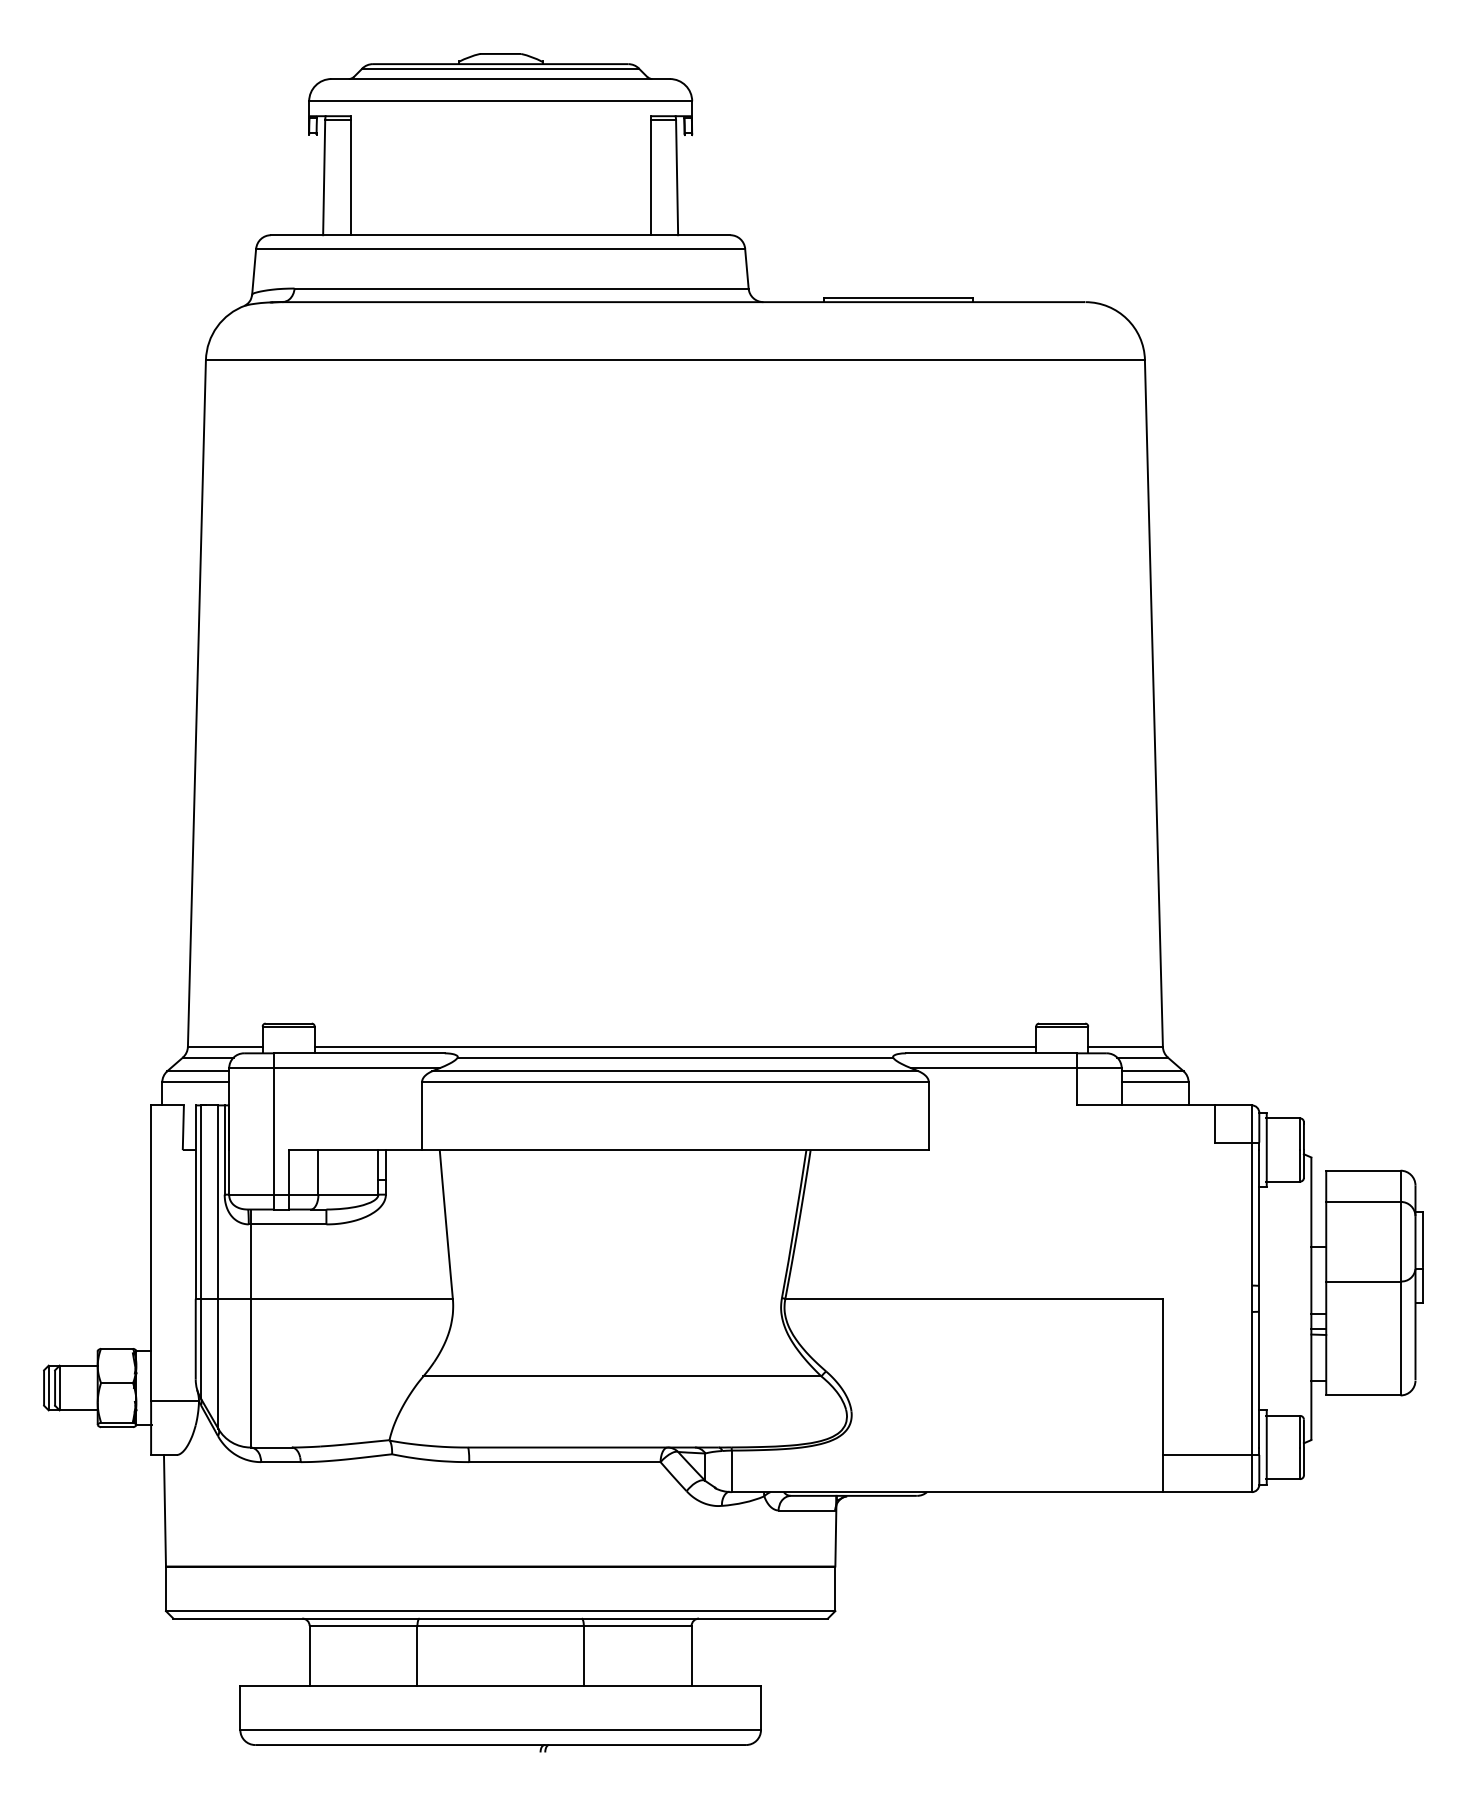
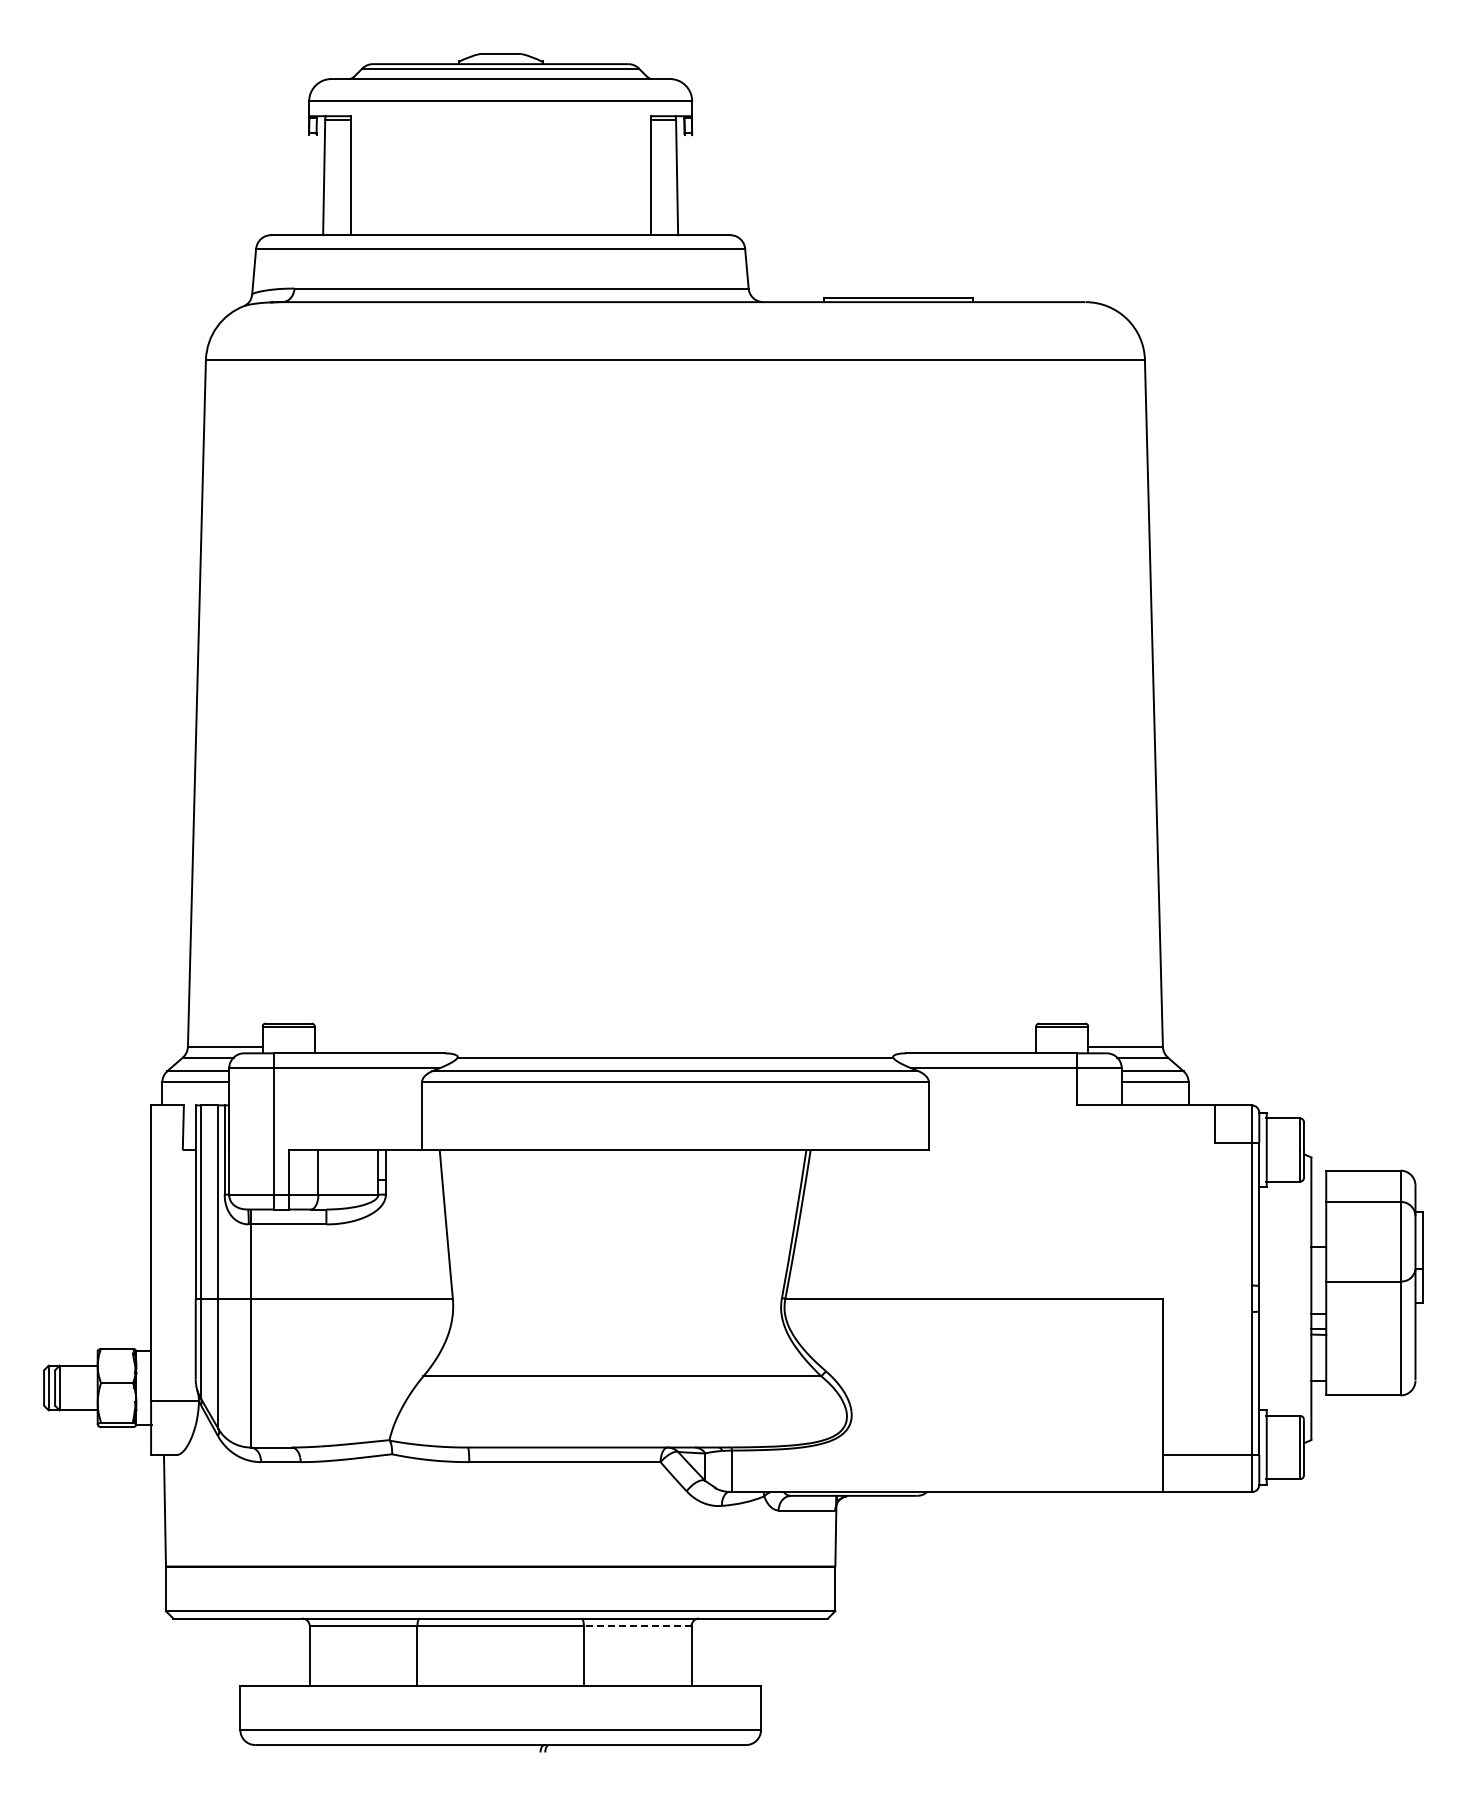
line at (675, 1046): present -> none
line at (637, 1626): solid -> dashed
